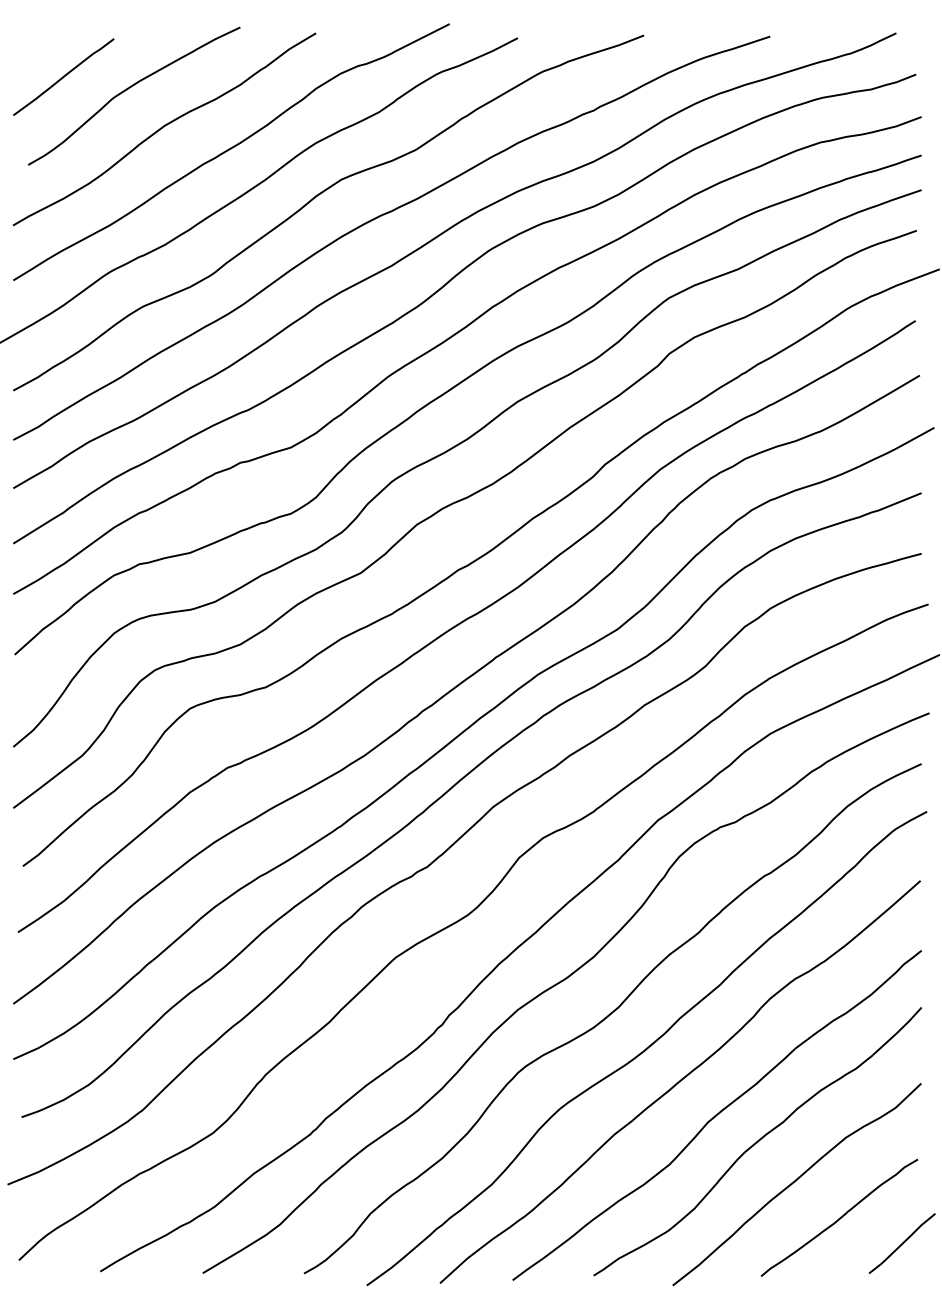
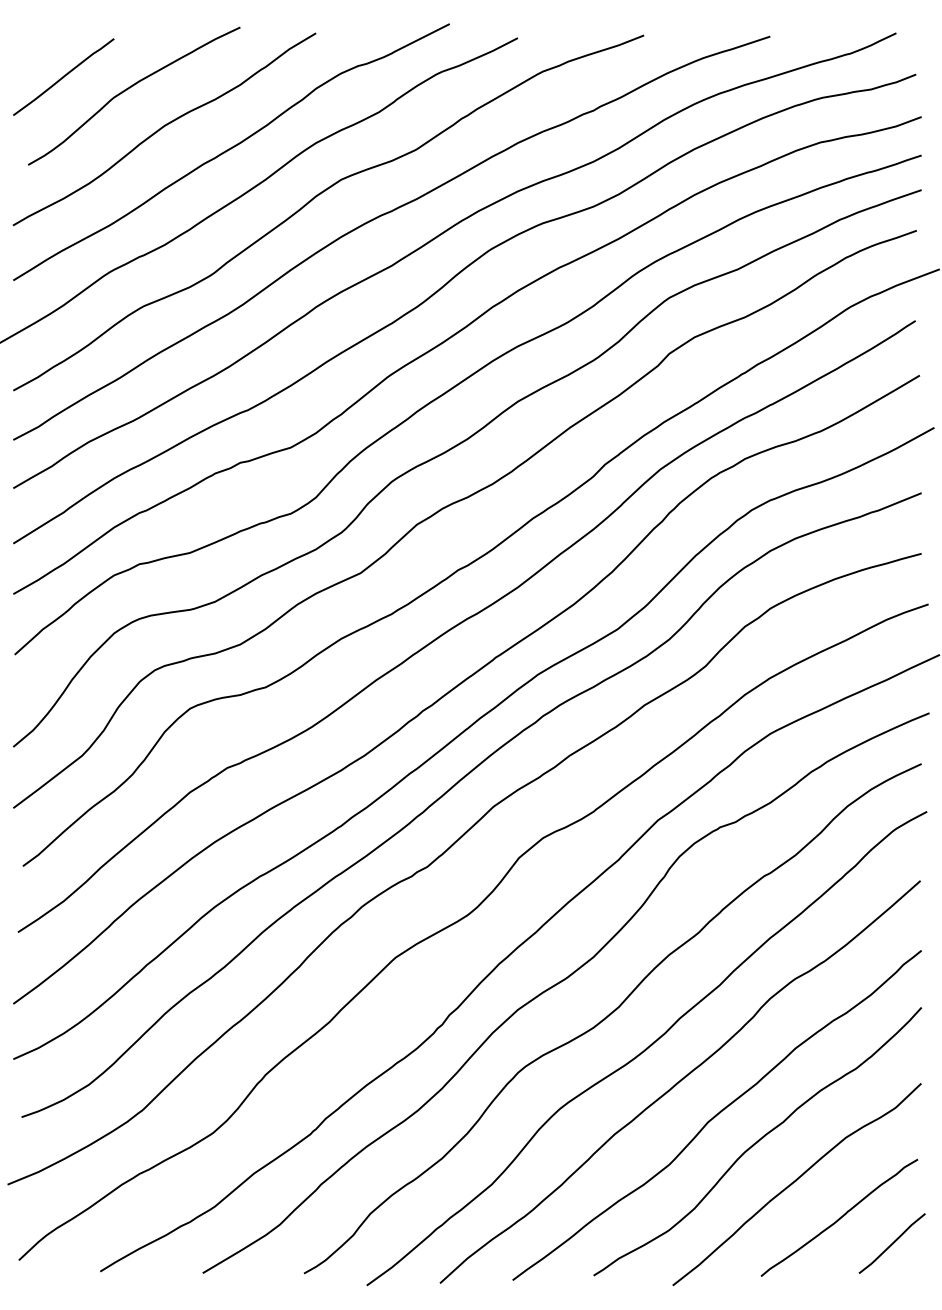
curve at (901, 1243) position: (901, 1243) -> (891, 1243)
